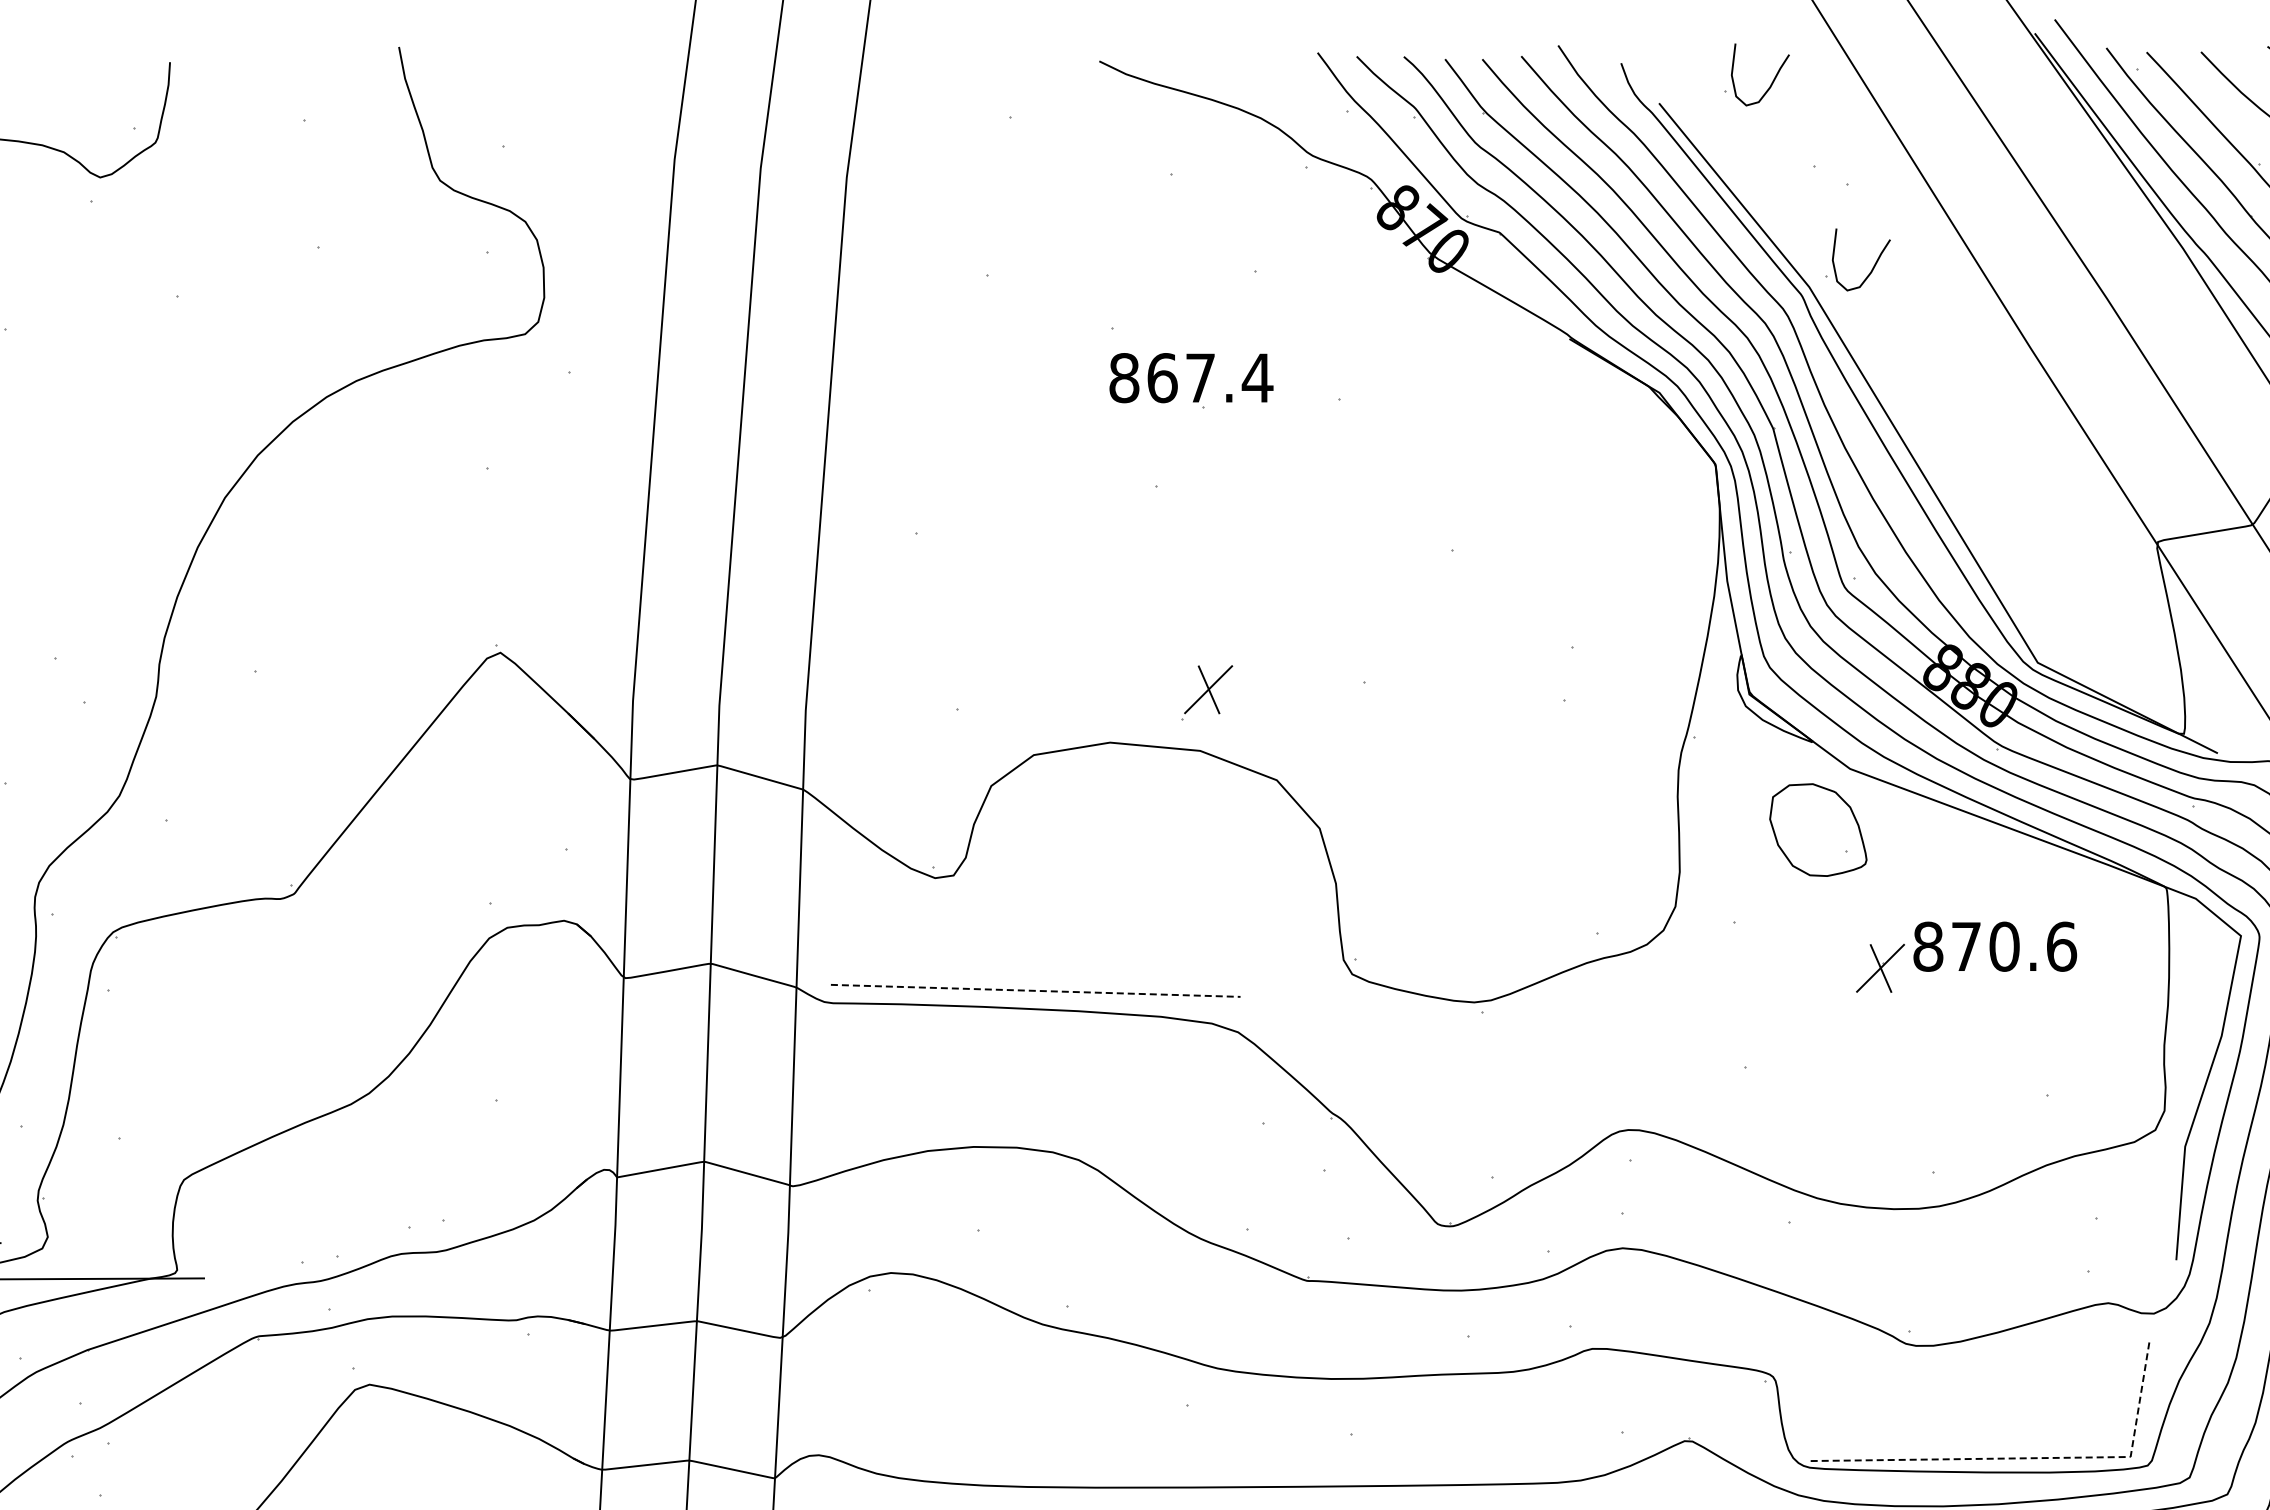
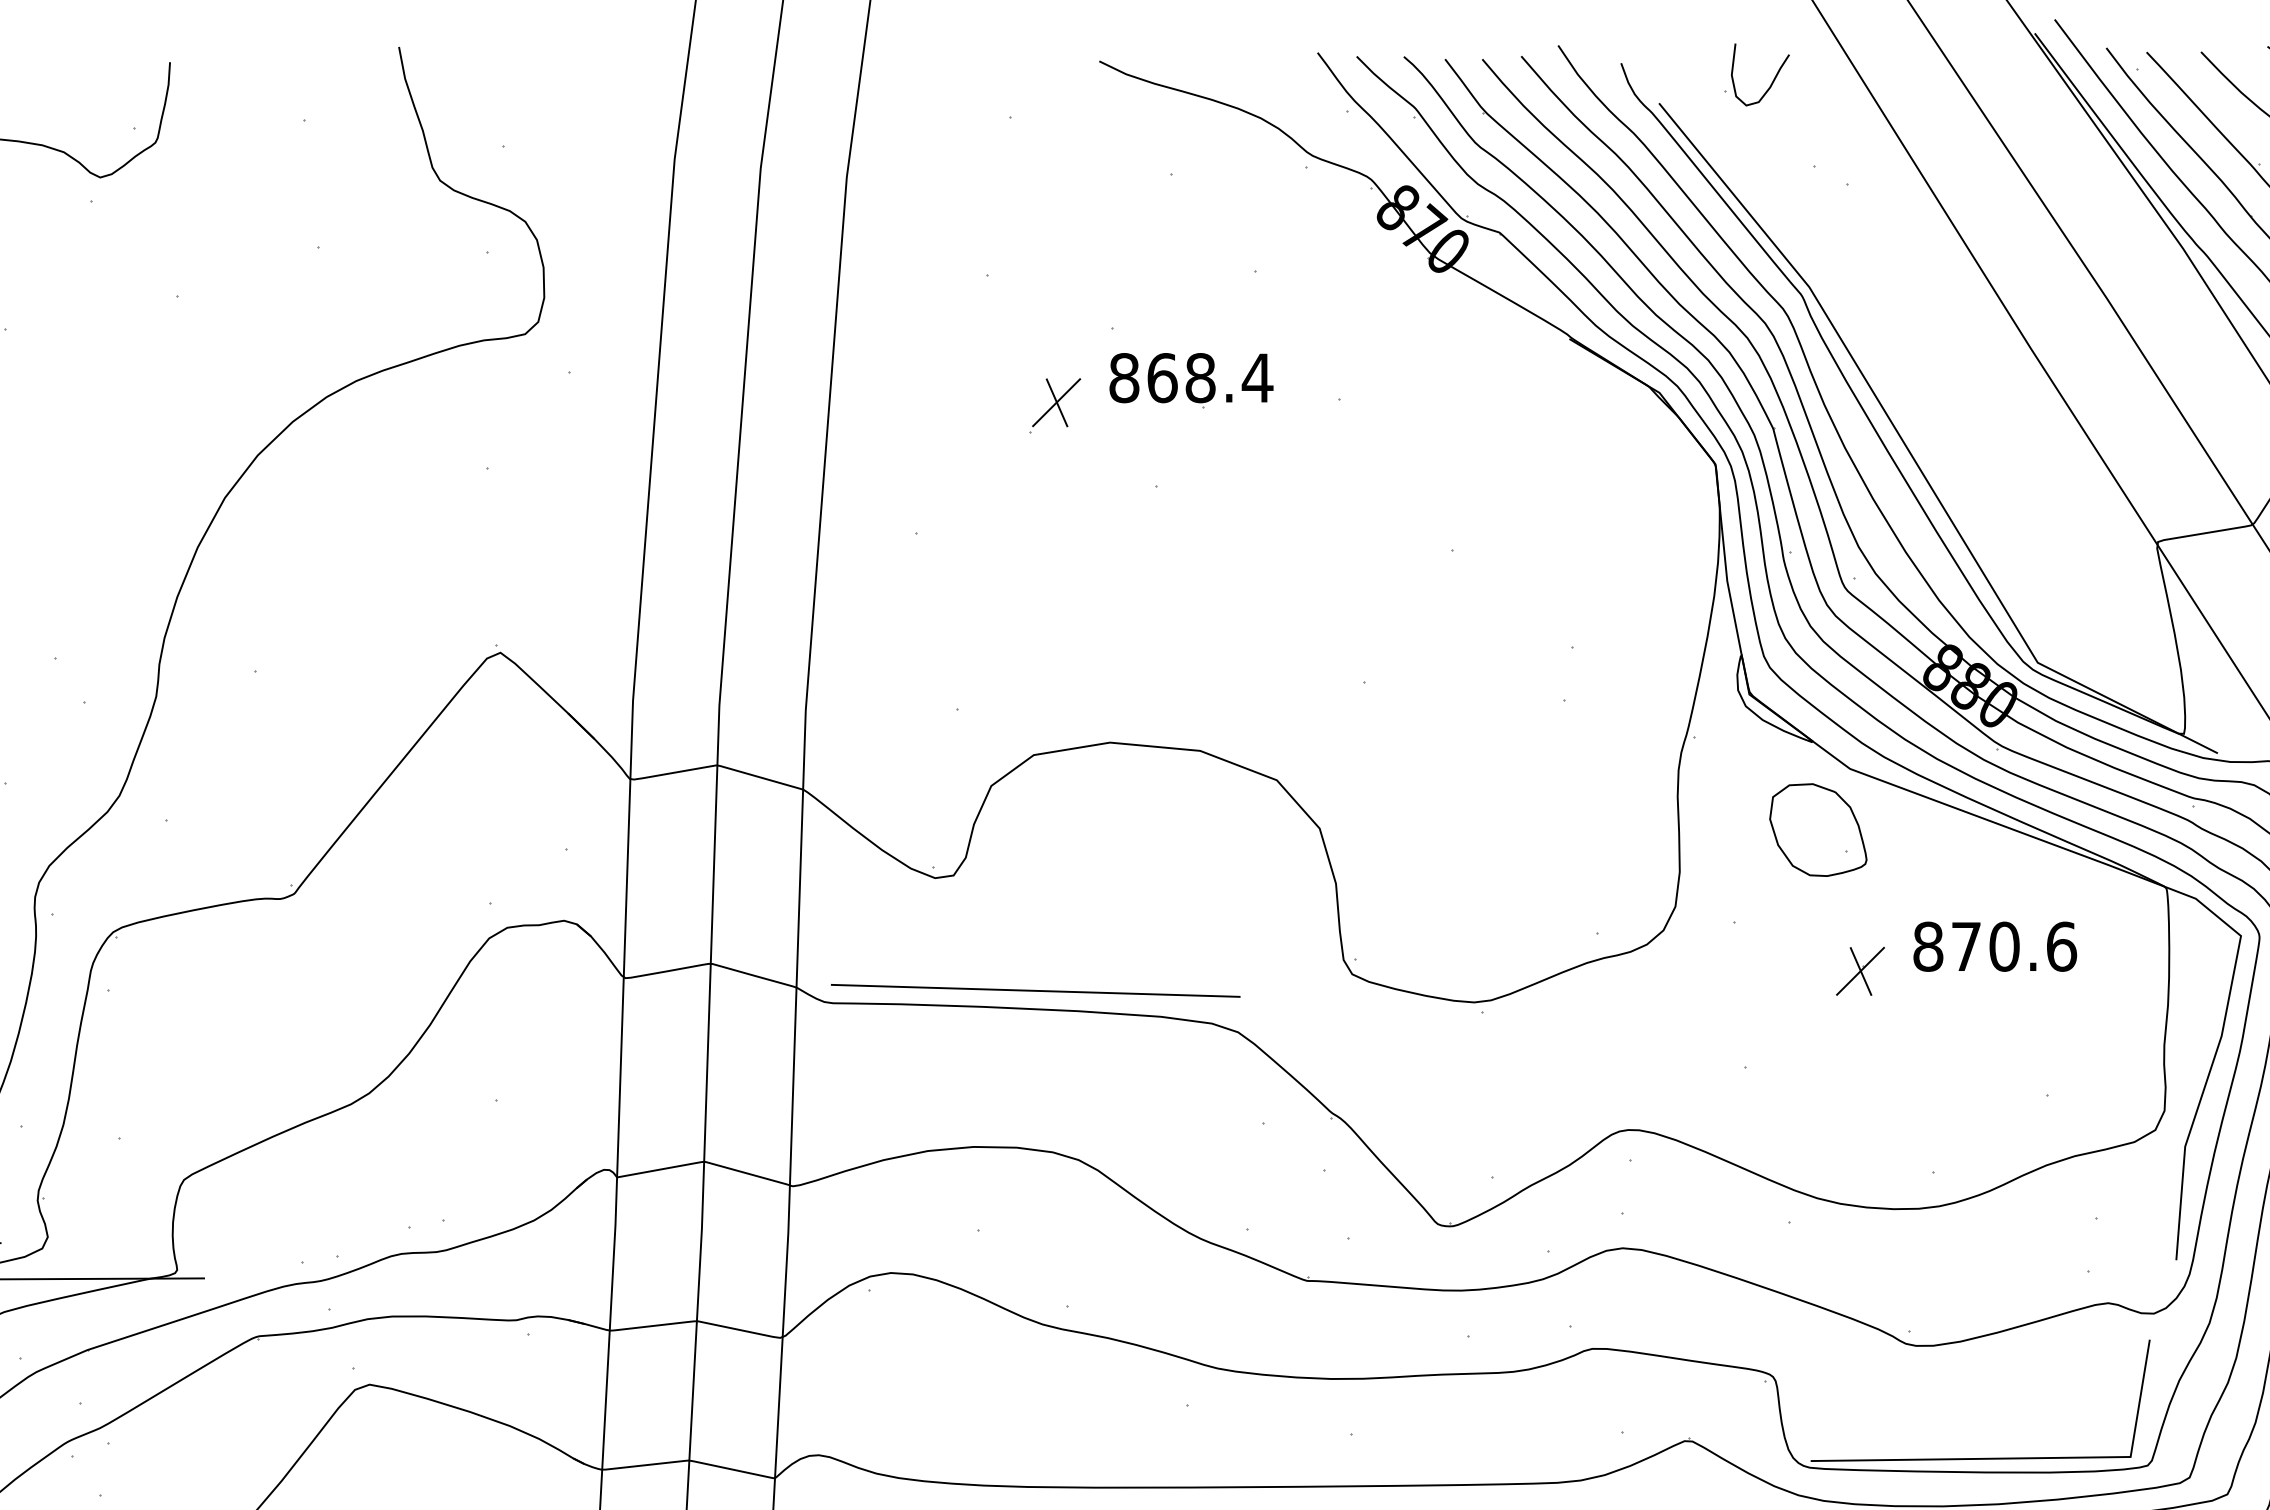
part at (1872, 267): present -> none
text at (1200, 378): 867.4 -> 868.4
part at (1207, 692) position: (1207, 692) -> (1055, 405)
part at (1880, 968) position: (1880, 968) -> (1860, 971)
line at (1035, 990): dashed -> solid
line at (2030, 1458): dashed -> solid
